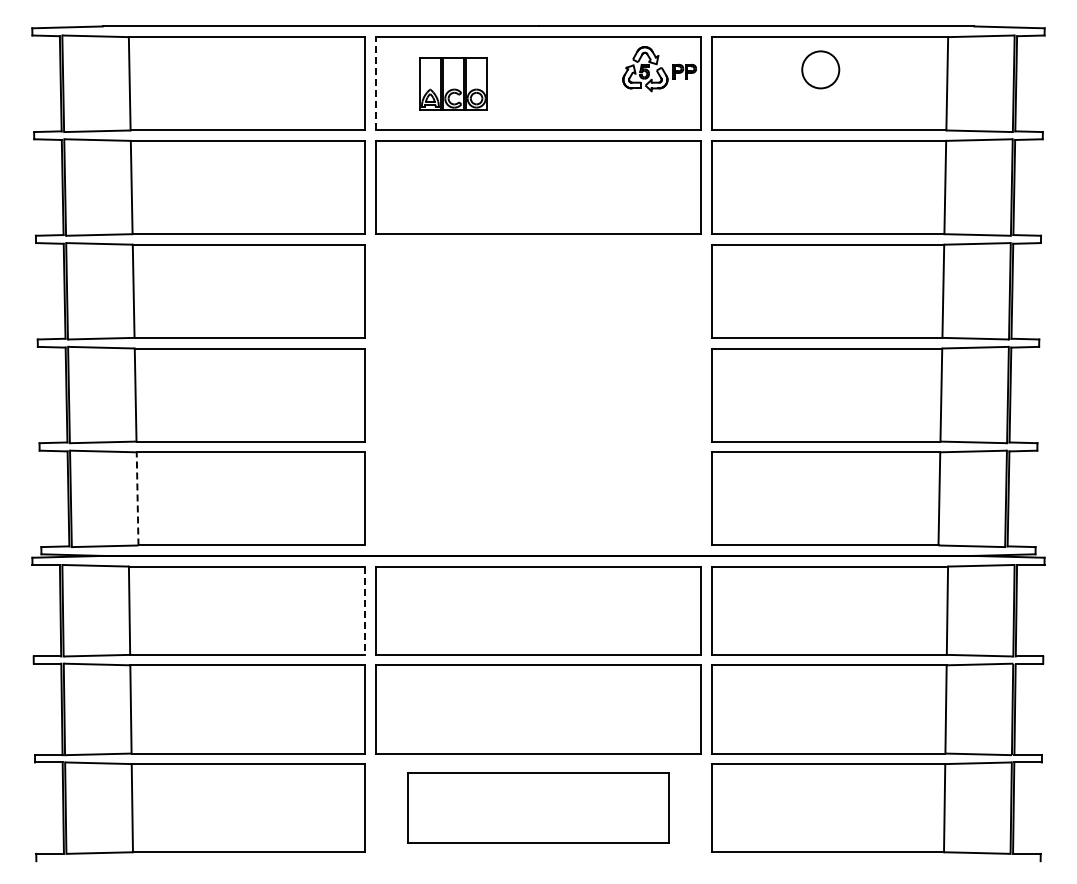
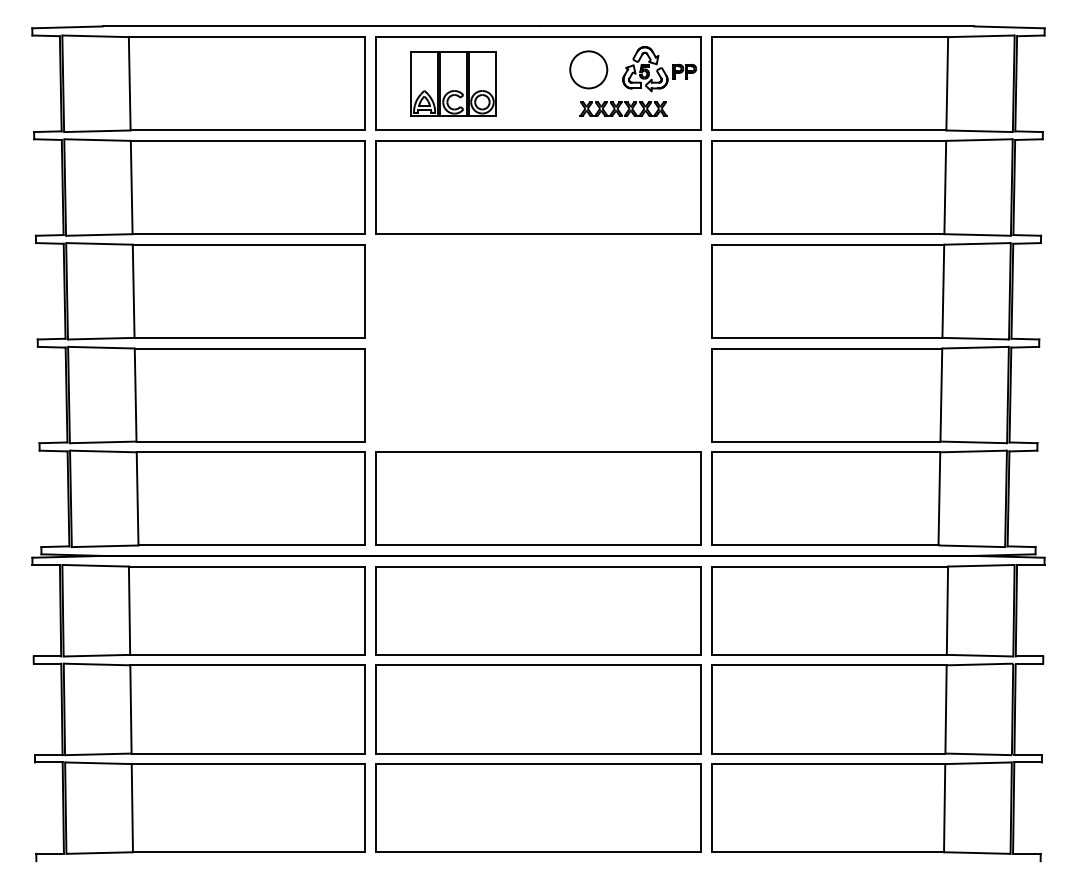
part at (820, 69) position: (820, 69) -> (588, 69)
line at (375, 83): dashed -> solid
part at (453, 83) size: 69x54 px -> 87x66 px
part at (623, 108): none -> present
line at (137, 498): dashed -> solid
part at (538, 498): none -> present
line at (365, 611): dashed -> solid
part at (538, 807) size: 263x72 px -> 327x90 px
